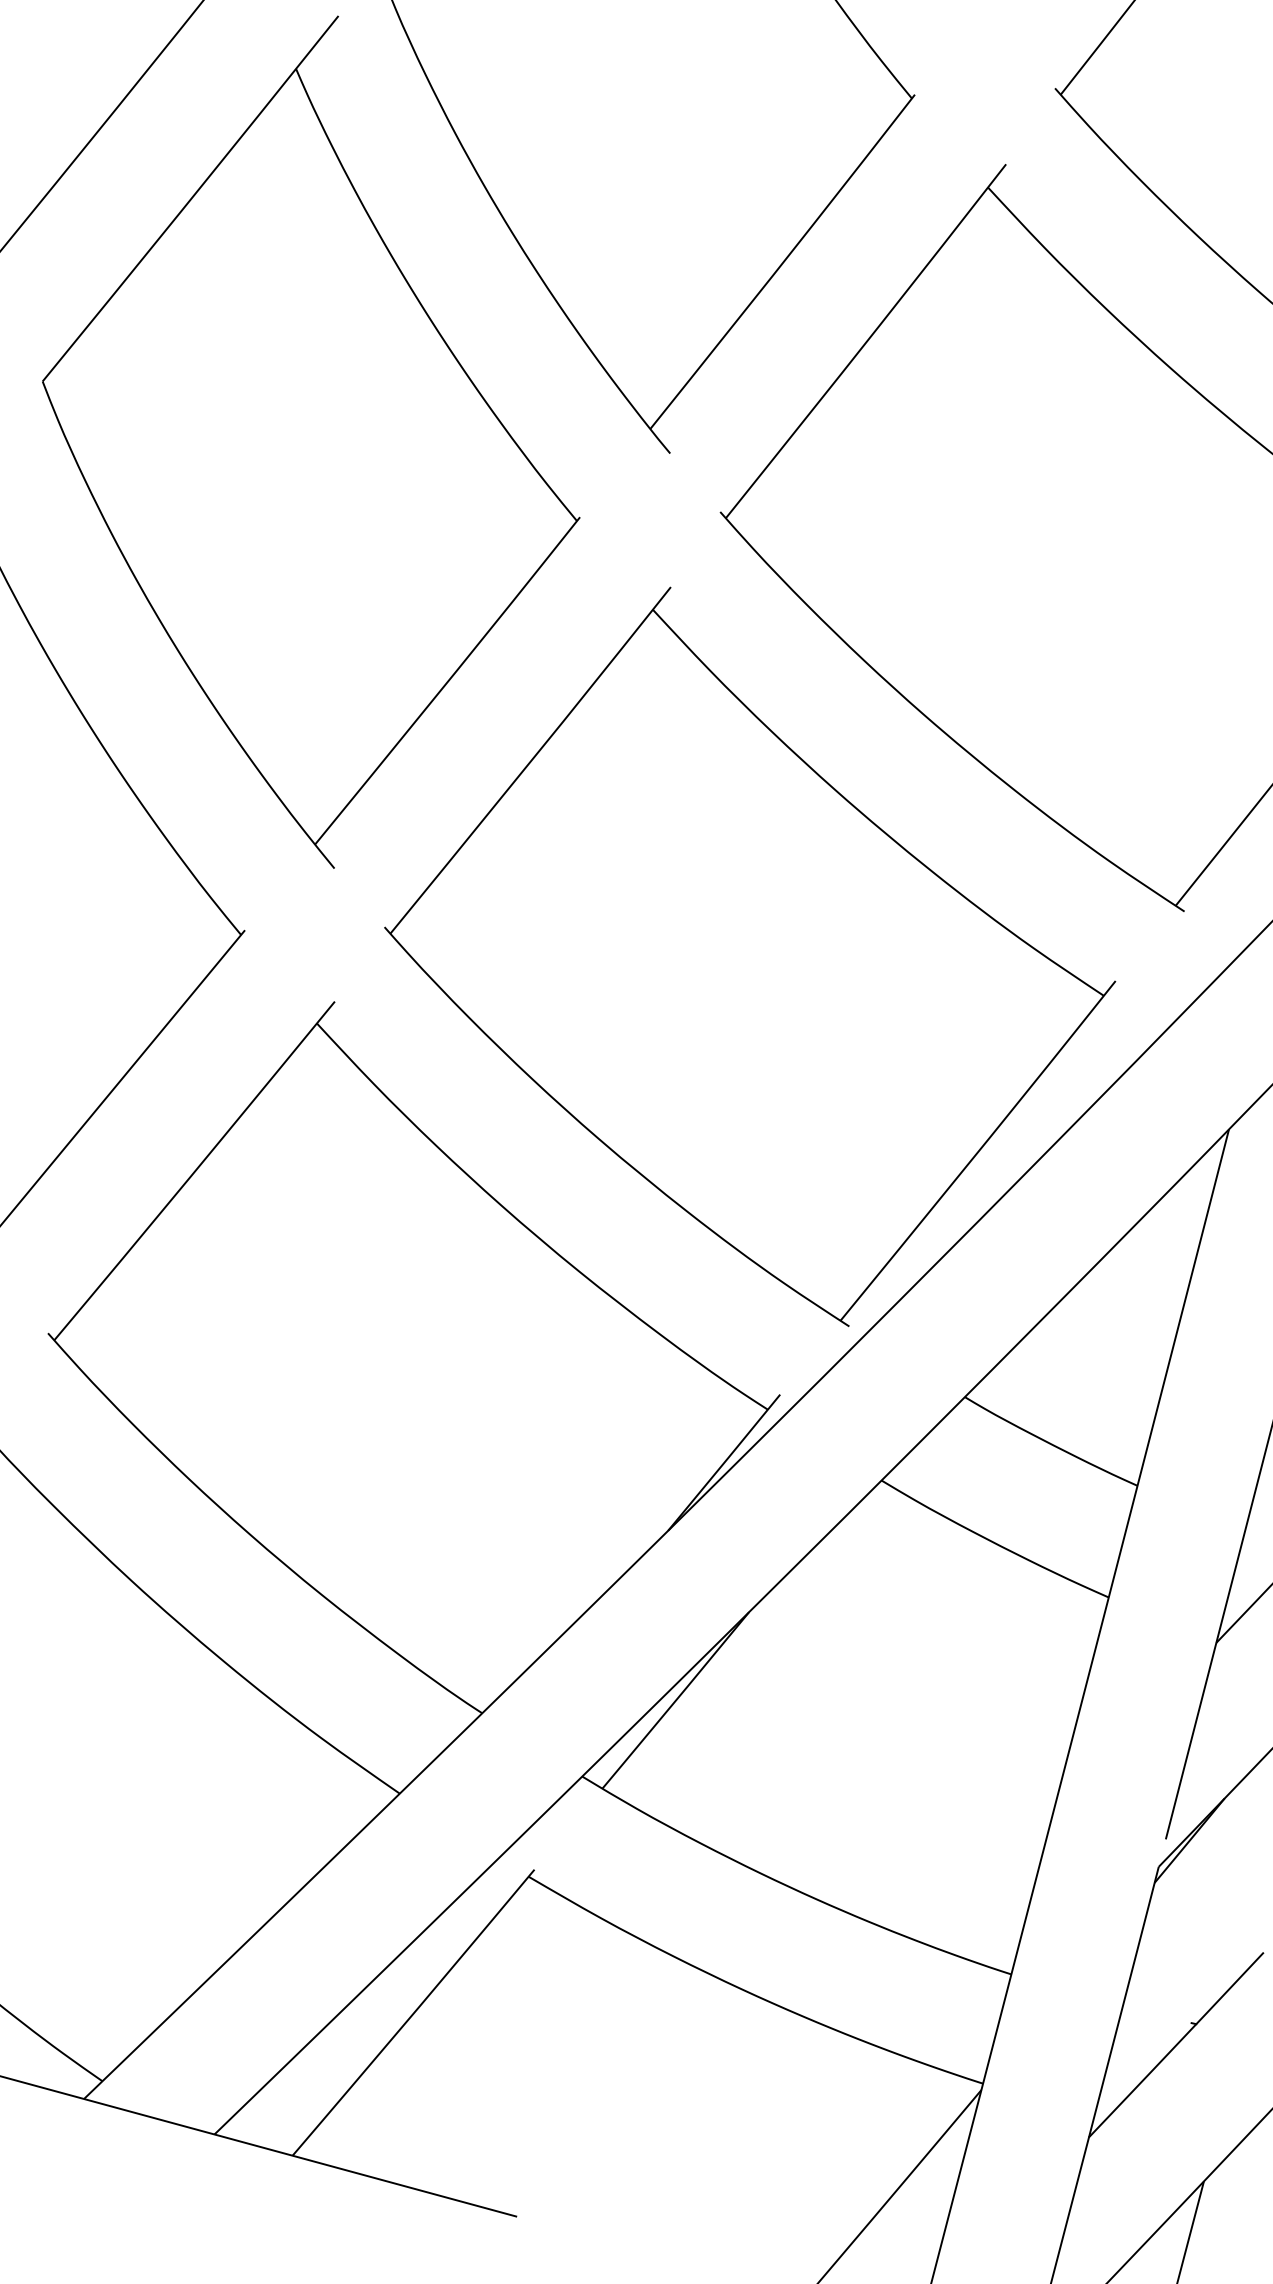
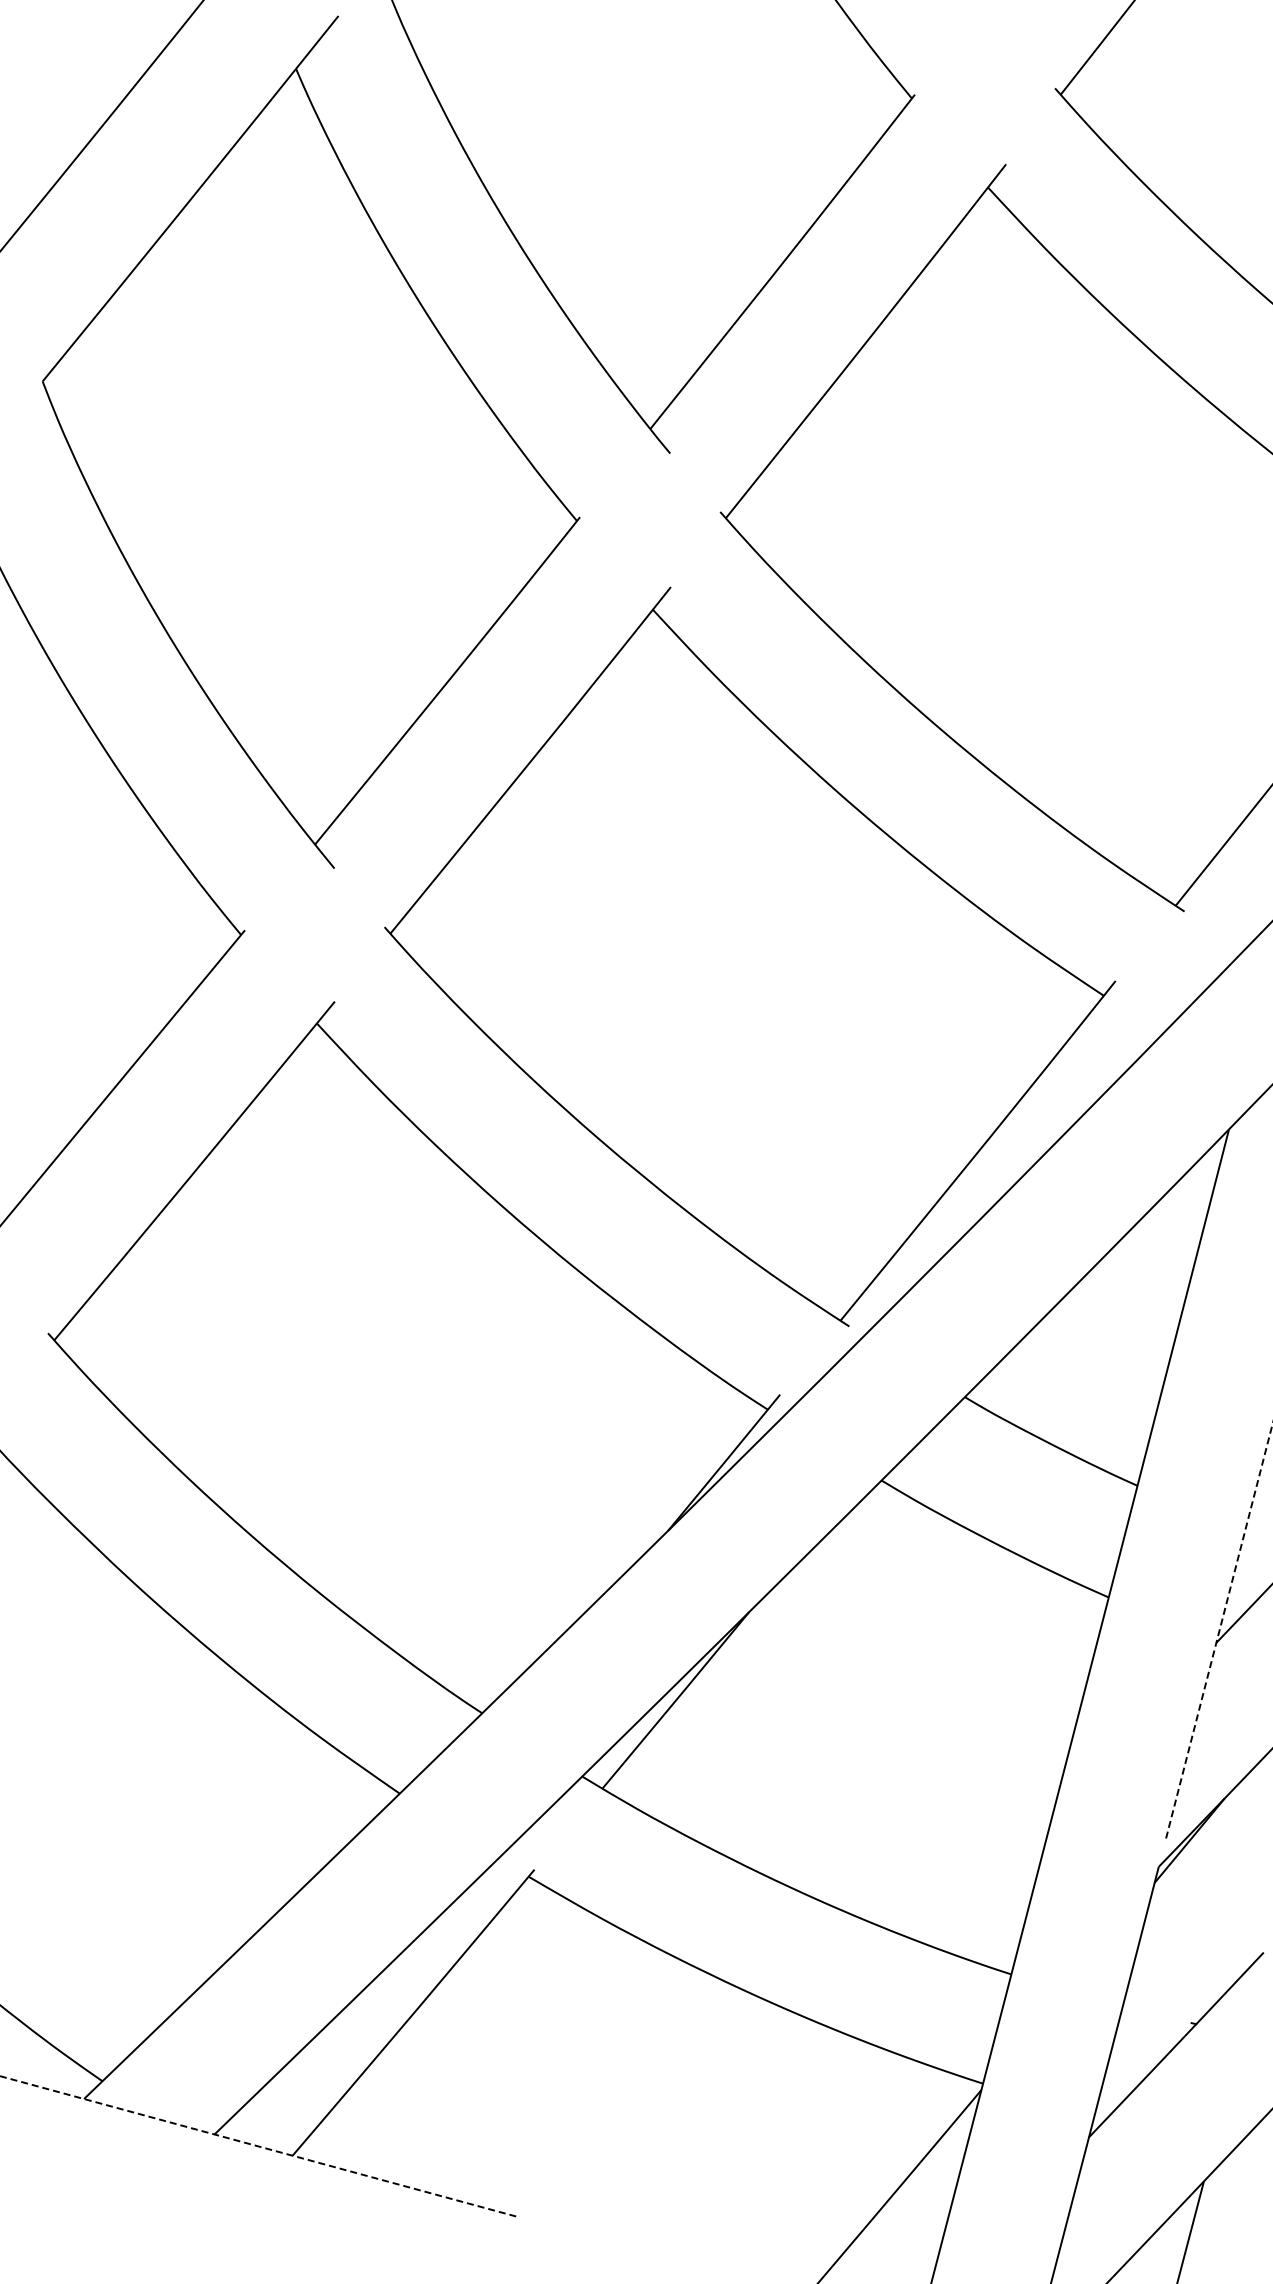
line at (1219, 1630): solid -> dashed
line at (258, 2146): solid -> dashed
